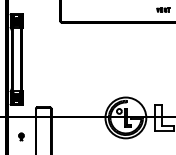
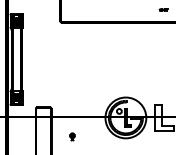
part at (163, 9) size: 15x6 px -> 11x4 px
part at (21, 136) position: (21, 136) -> (72, 136)
